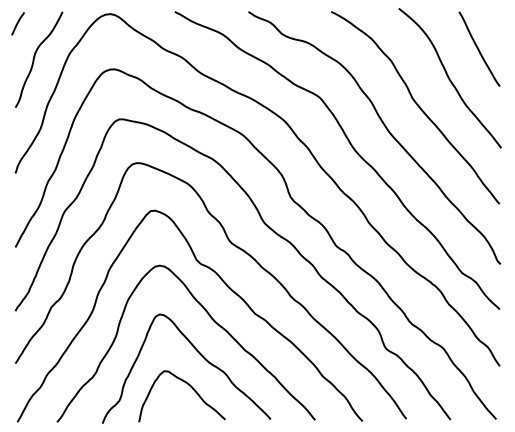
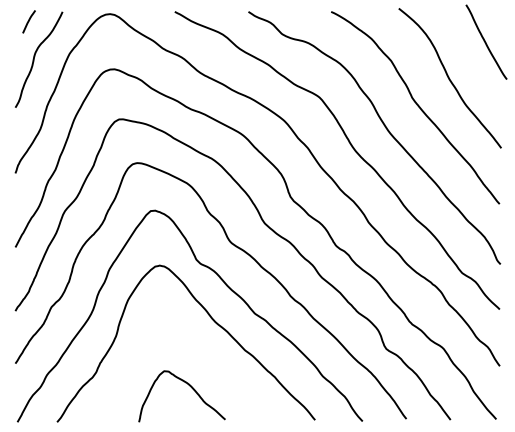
line at (17, 23) position: (17, 23) -> (28, 21)
curve at (478, 48) position: (478, 48) -> (485, 41)
curve at (199, 354): present -> none
